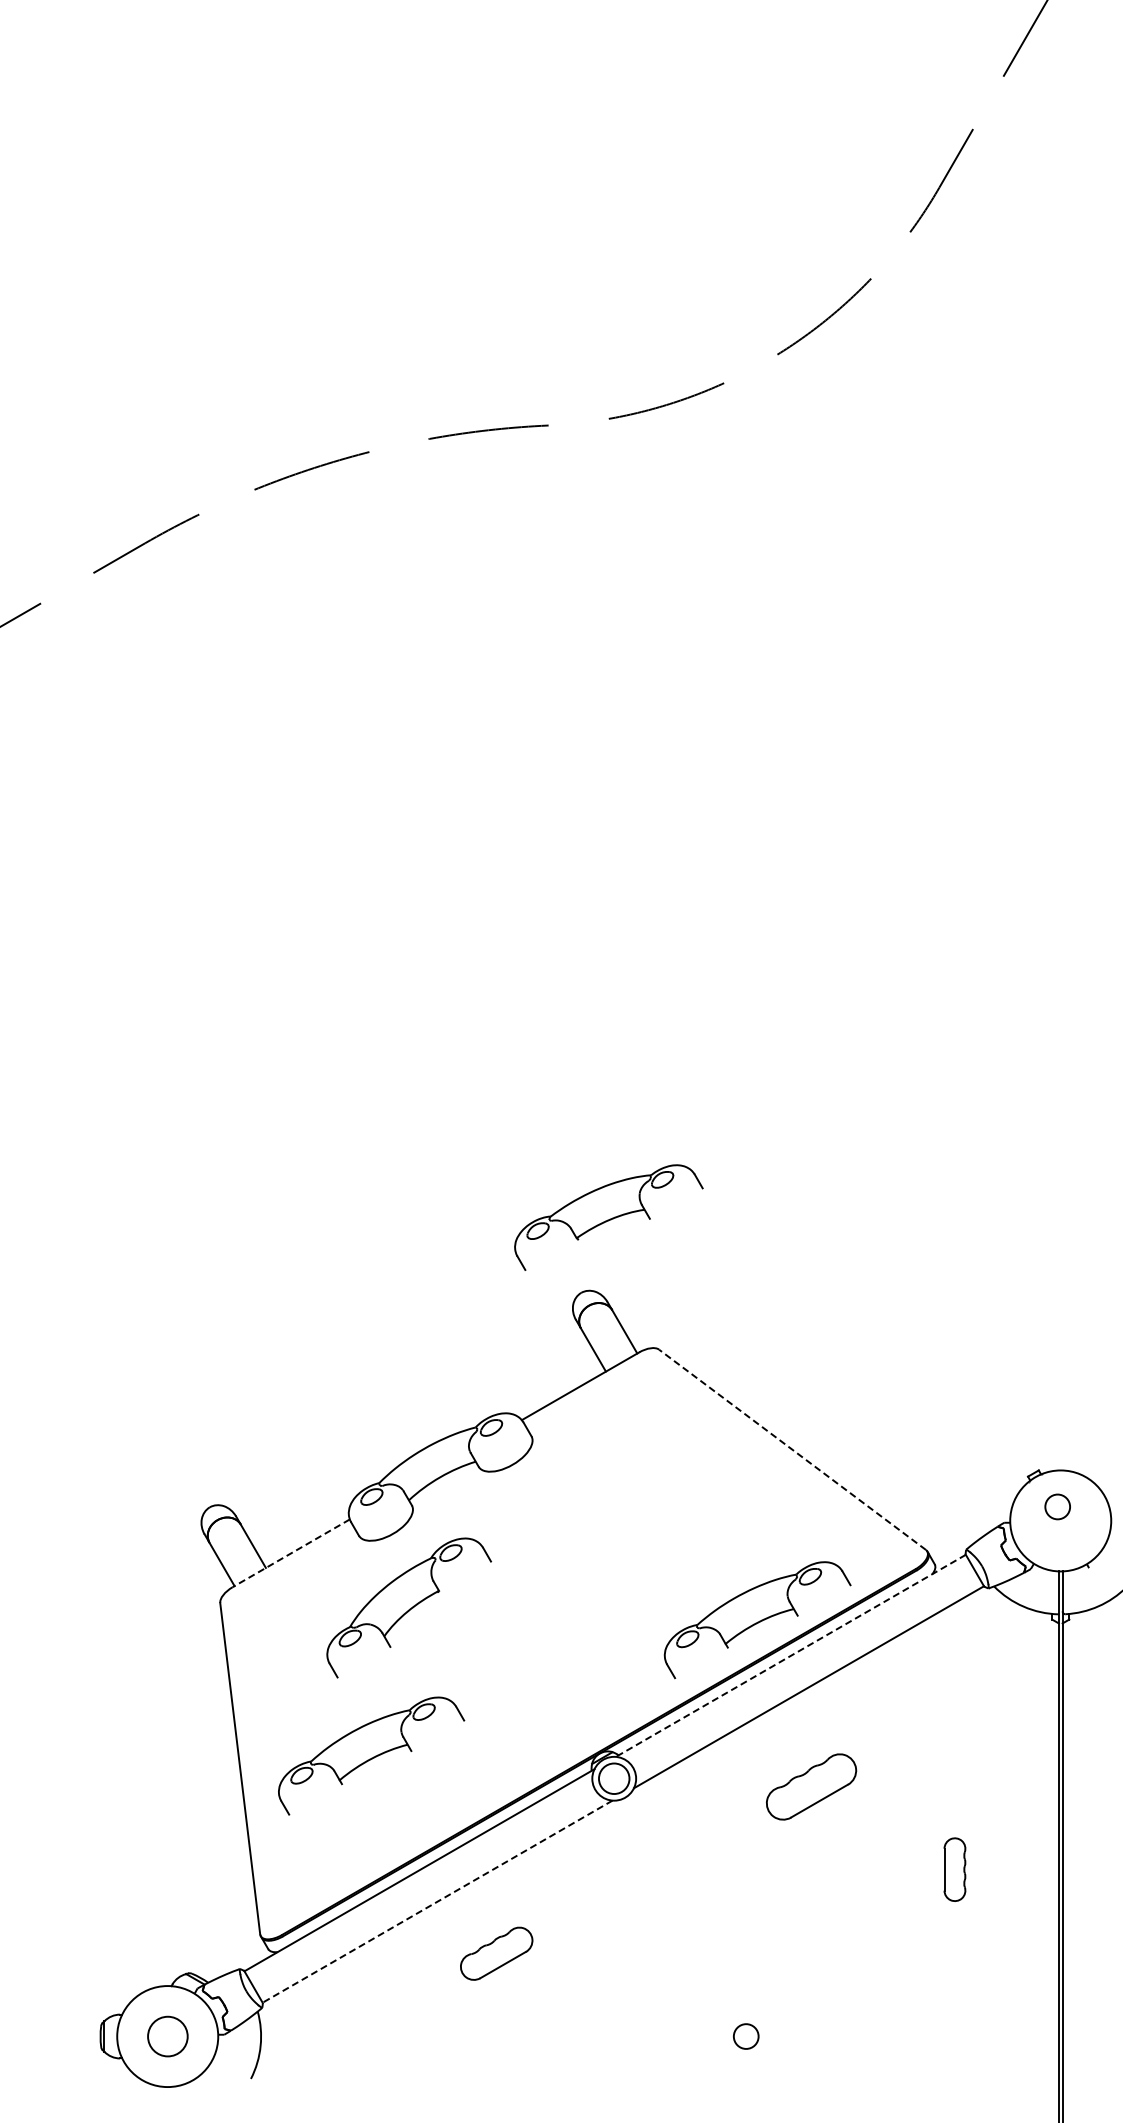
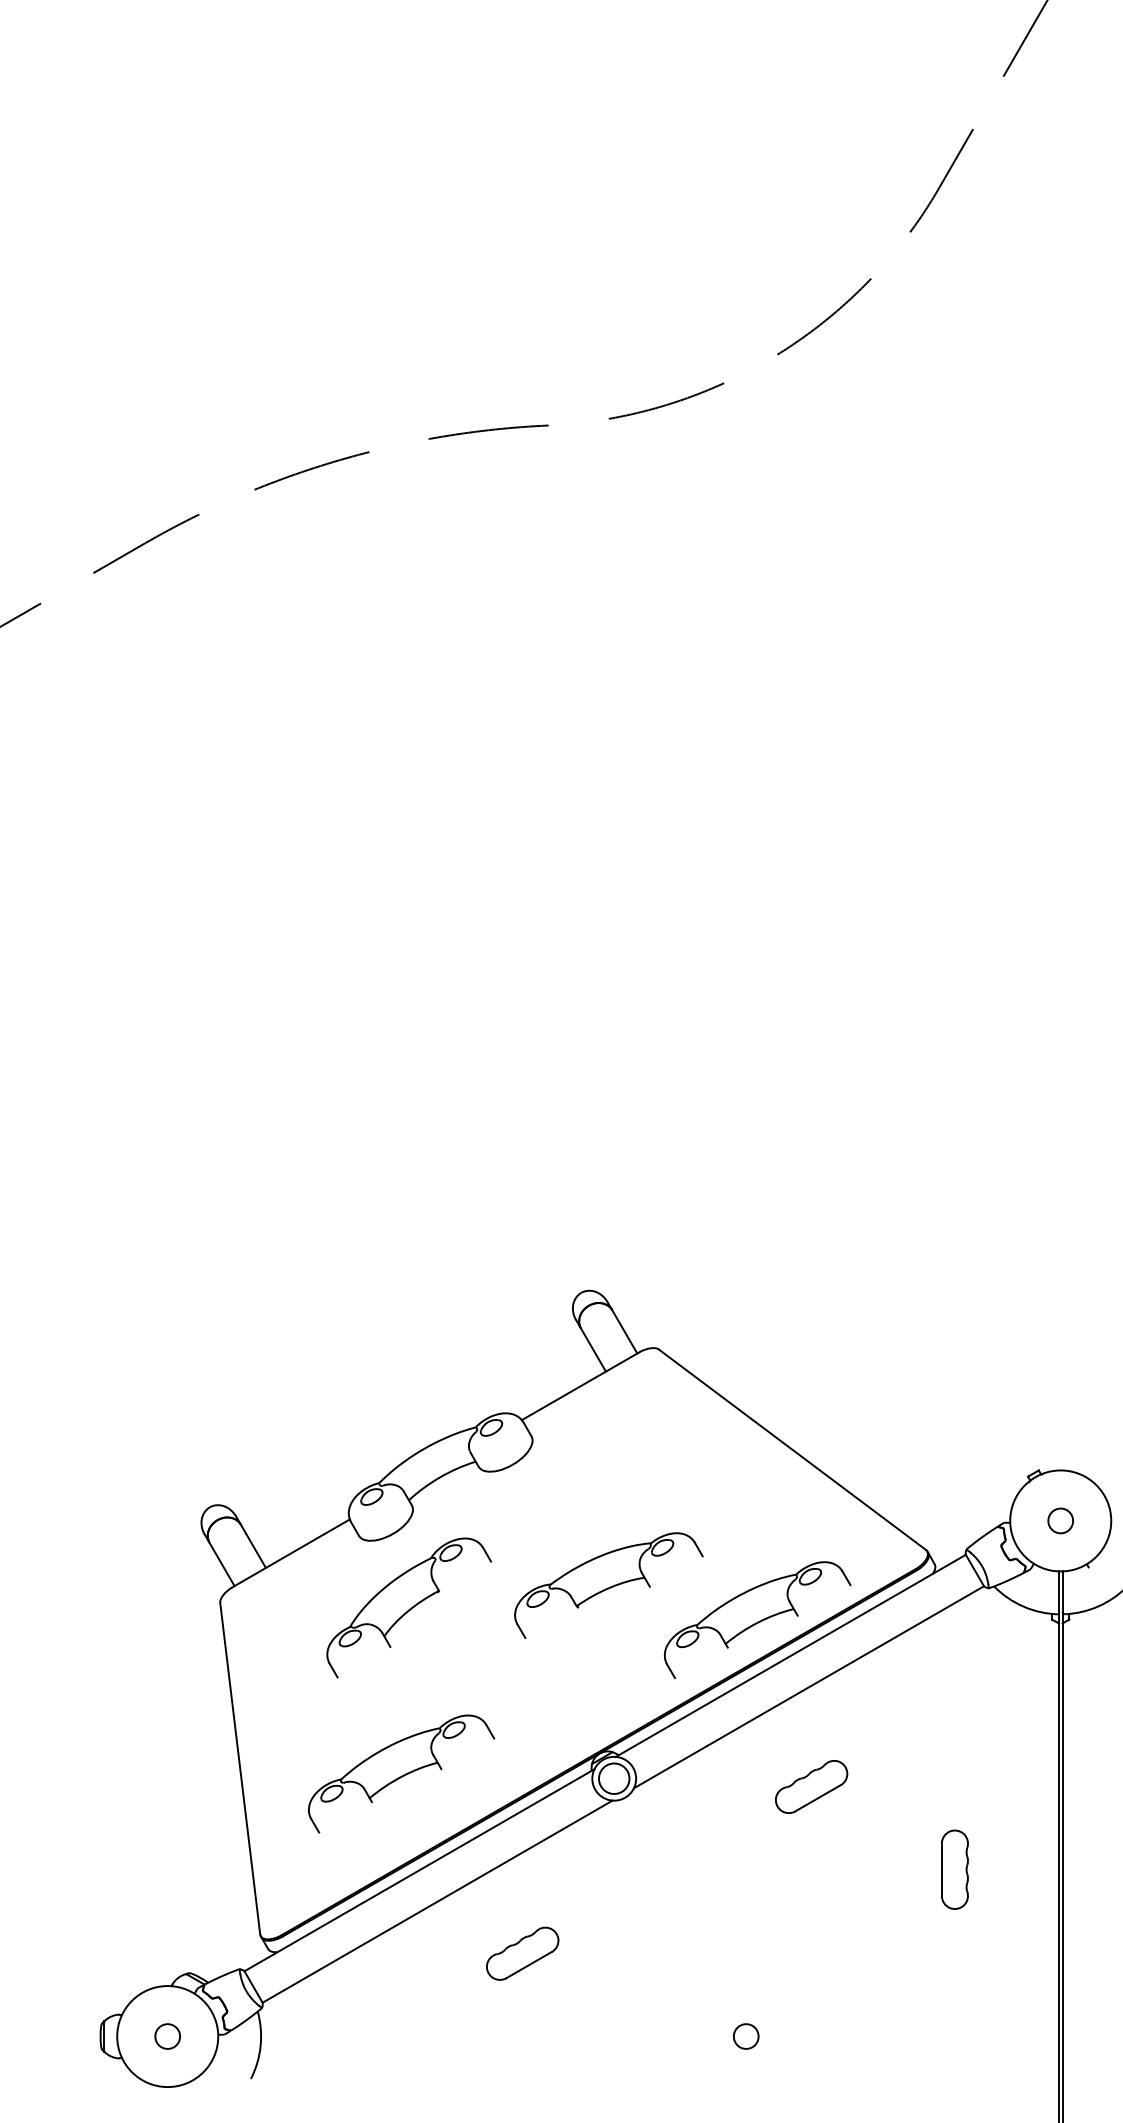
part at (608, 1217) position: (608, 1217) -> (608, 1585)
line at (792, 1449): dashed -> solid
circle at (1057, 1506) position: (1057, 1506) -> (1060, 1520)
line at (291, 1553): dashed -> solid
line at (790, 1656): dashed -> solid
part at (371, 1755) position: (371, 1755) -> (401, 1773)
part at (811, 1786) size: 92x68 px -> 74x54 px
part at (954, 1869) size: 24x65 px -> 28x81 px
line at (437, 1901): dashed -> solid
part at (496, 1953) position: (496, 1953) -> (522, 1953)
circle at (167, 2036) size: 42x43 px -> 27x27 px
